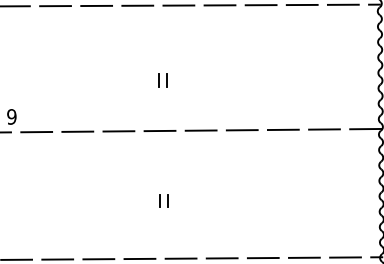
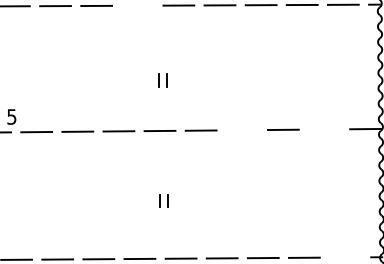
line at (137, 5): present -> none
text at (11, 116): 9 -> 5
line at (324, 129): present -> none
line at (241, 130): present -> none
line at (345, 257): present -> none
